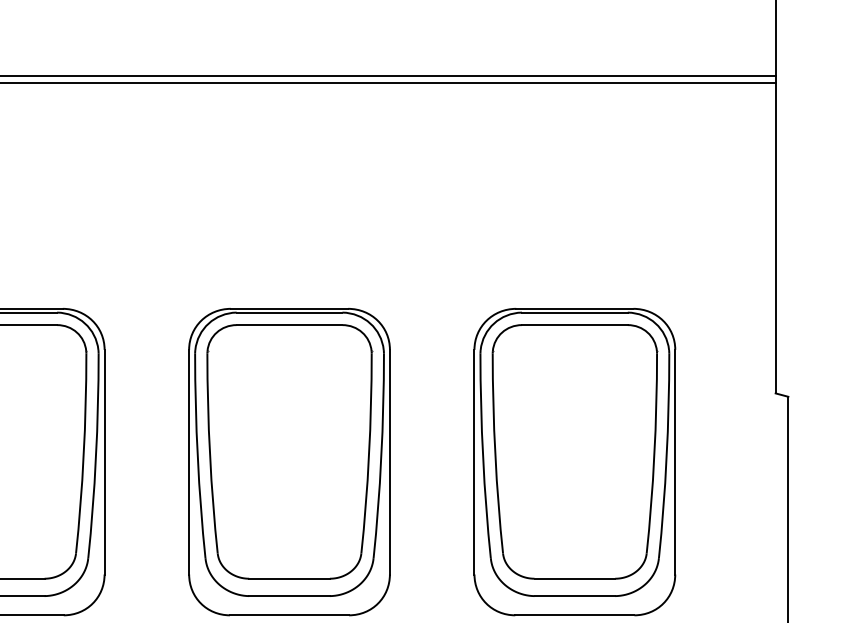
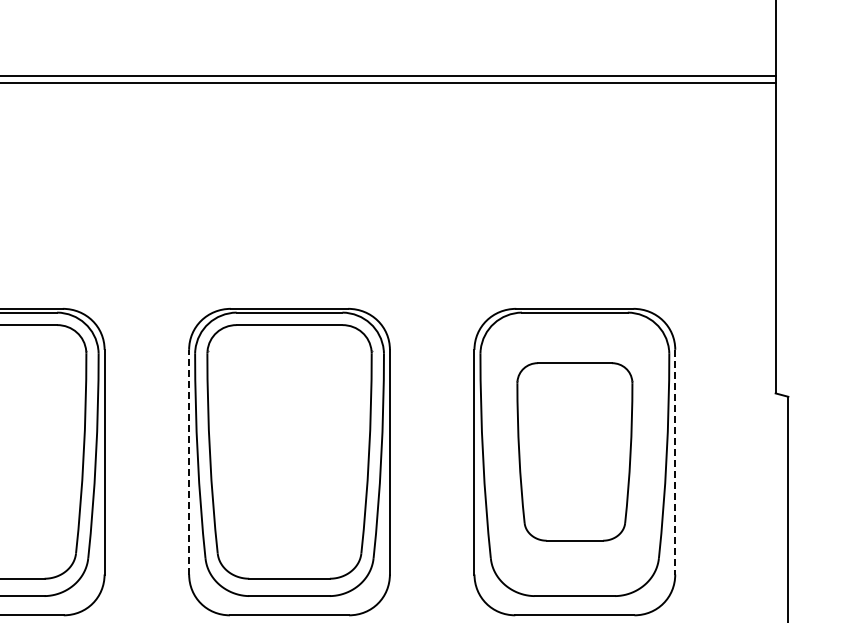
part at (574, 451) size: 168x256 px -> 118x180 px
line at (189, 461): solid -> dashed
line at (675, 462): solid -> dashed
